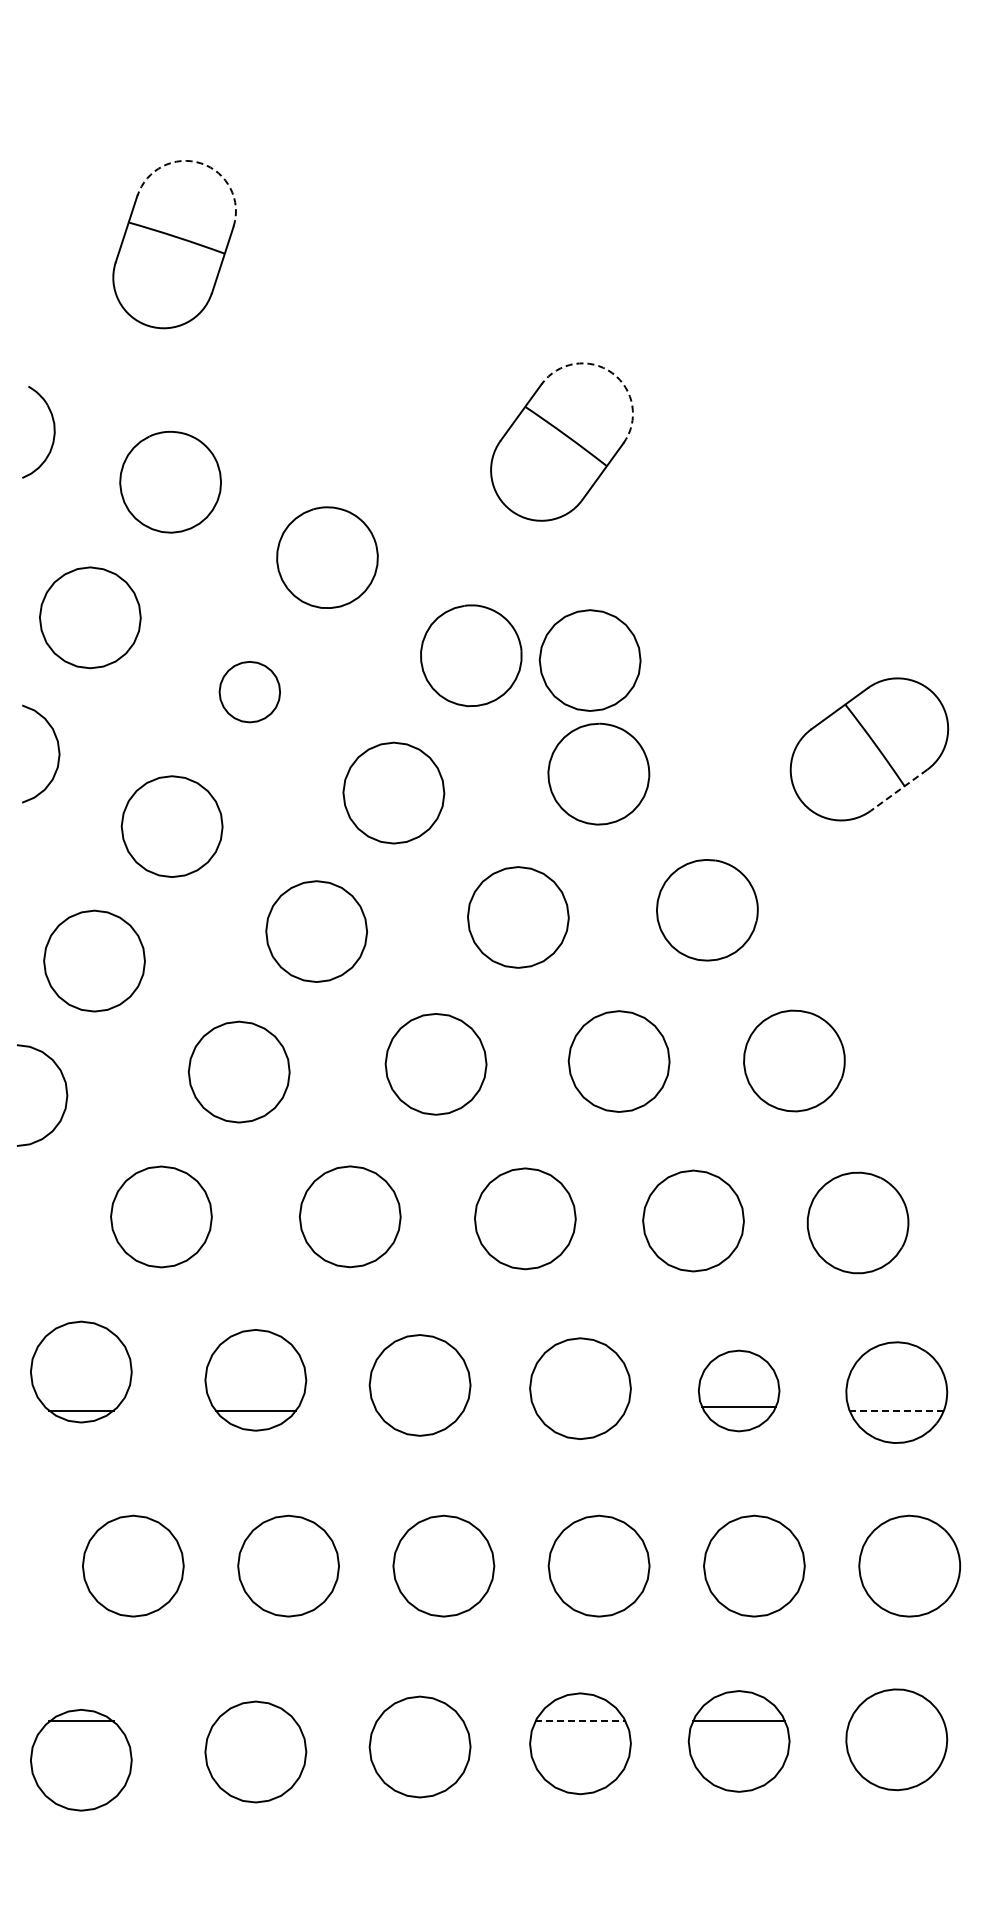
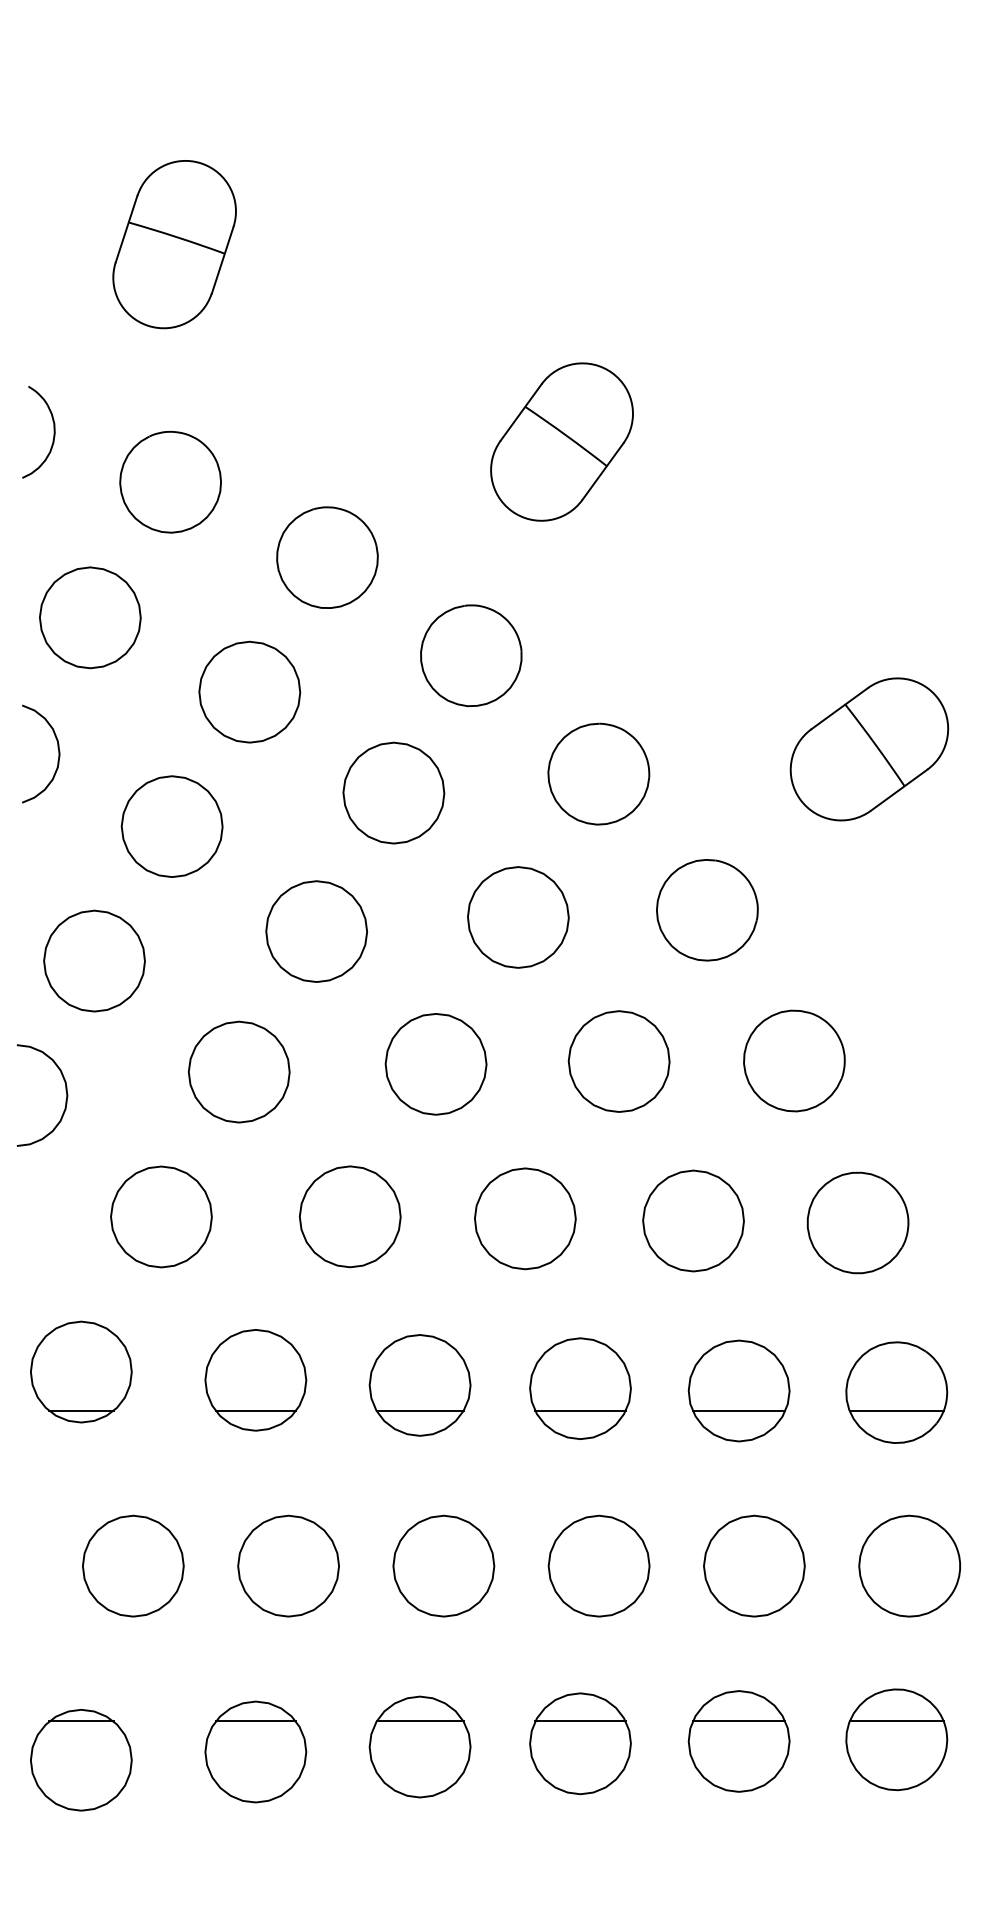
arc at (201, 163): dashed -> solid
arc at (612, 373): dashed -> solid
part at (589, 660): present -> none
part at (249, 692) size: 63x63 px -> 104x104 px
line at (899, 790): dashed -> solid
part at (738, 1390) size: 84x84 px -> 104x104 px
line at (419, 1410): none -> present
line at (580, 1410): none -> present
line at (896, 1410): dashed -> solid
line at (255, 1721): none -> present
line at (419, 1721): none -> present
line at (581, 1721): dashed -> solid
line at (896, 1721): none -> present
